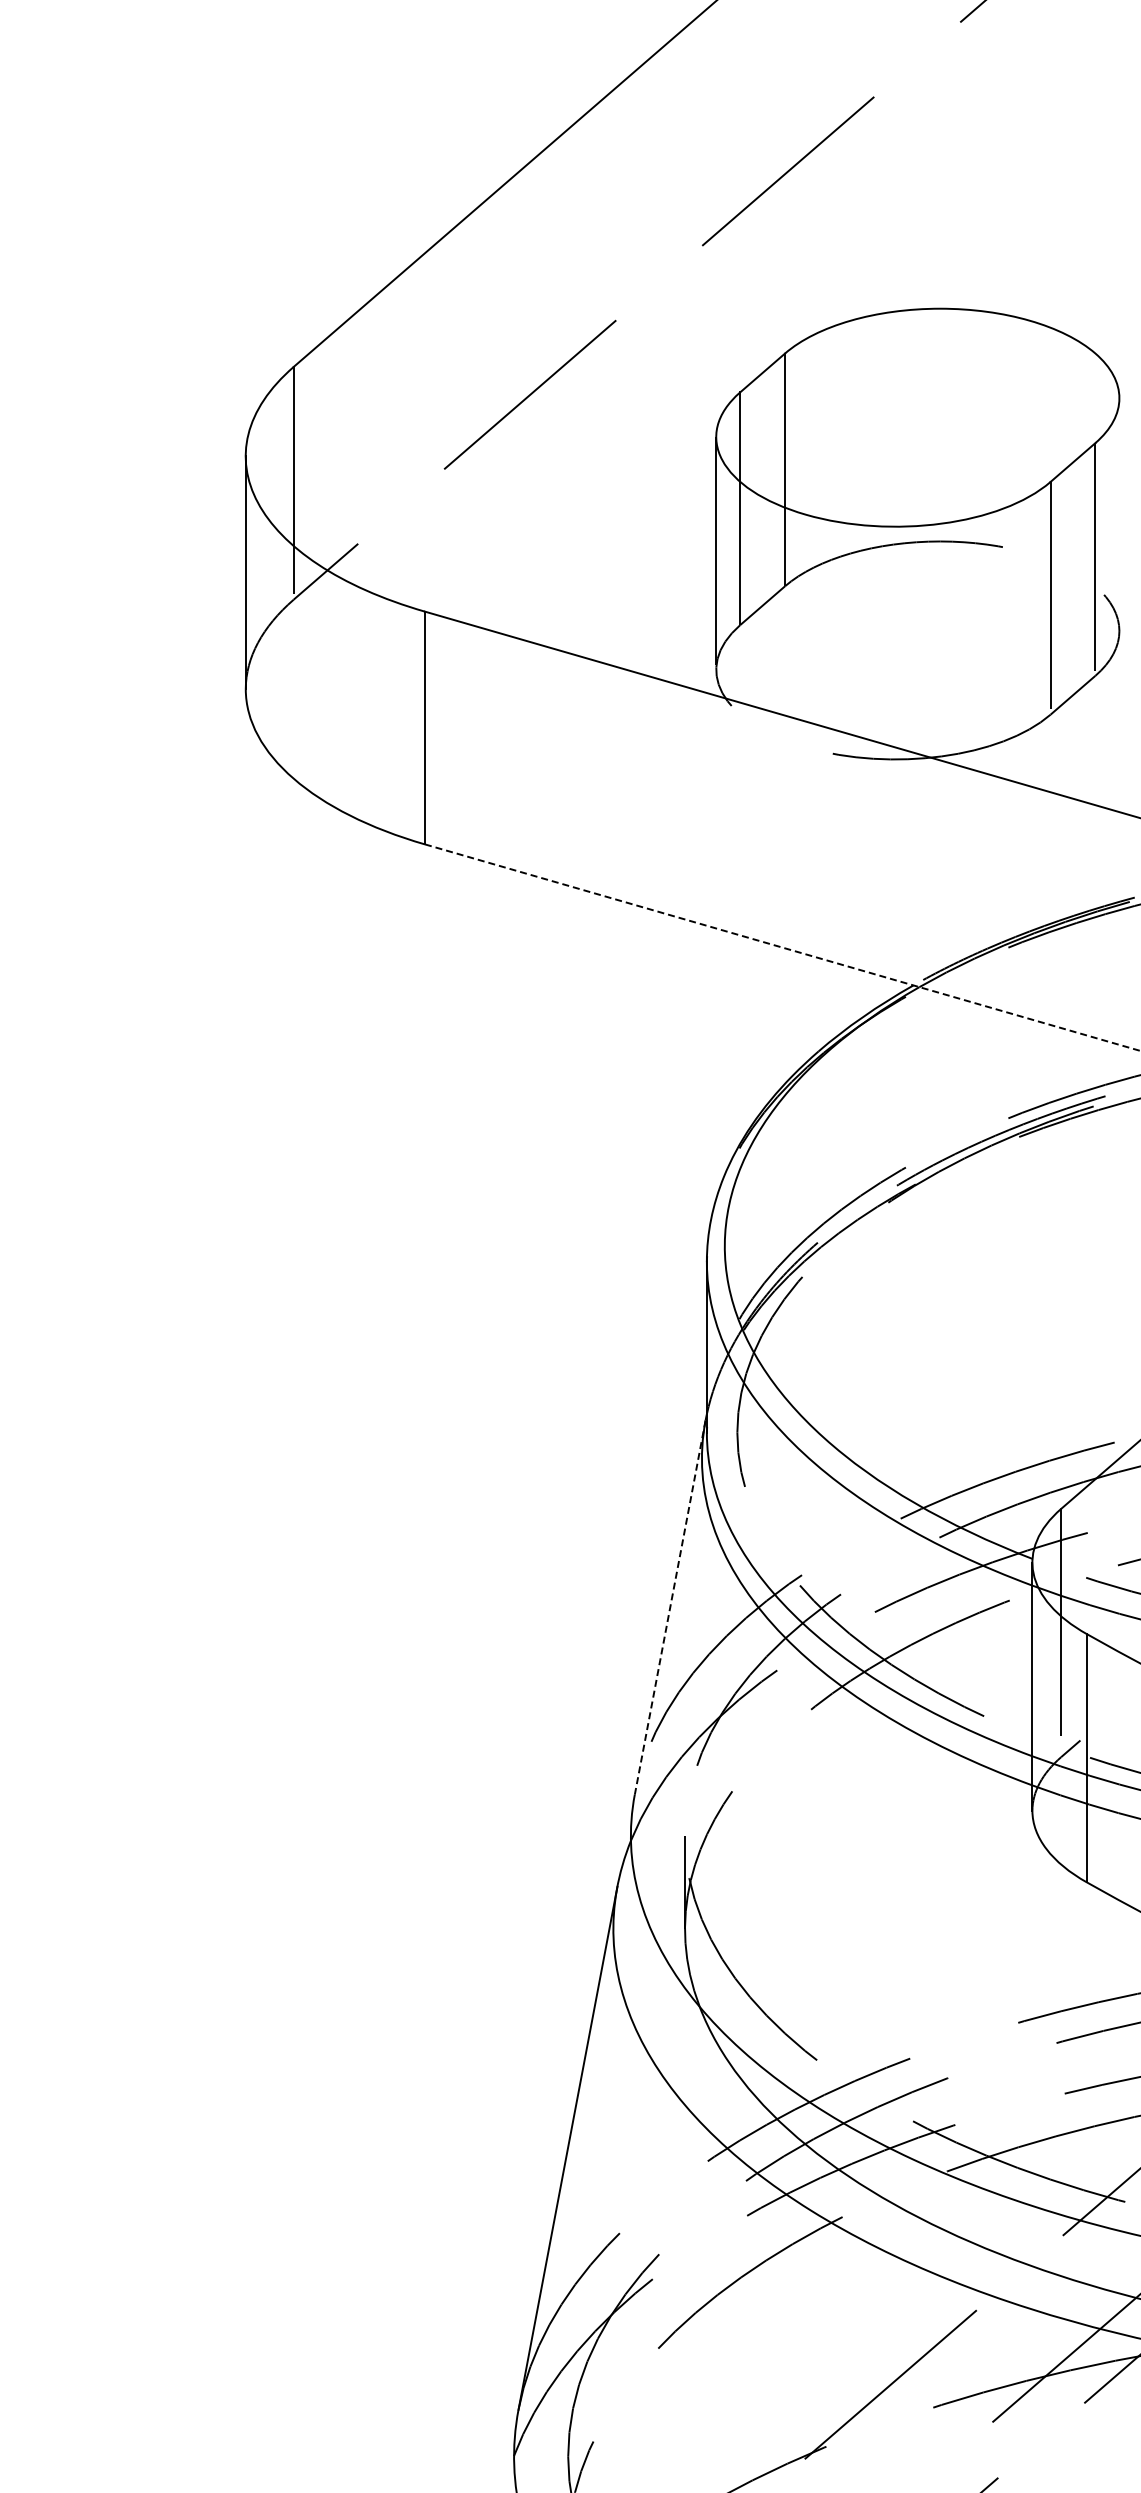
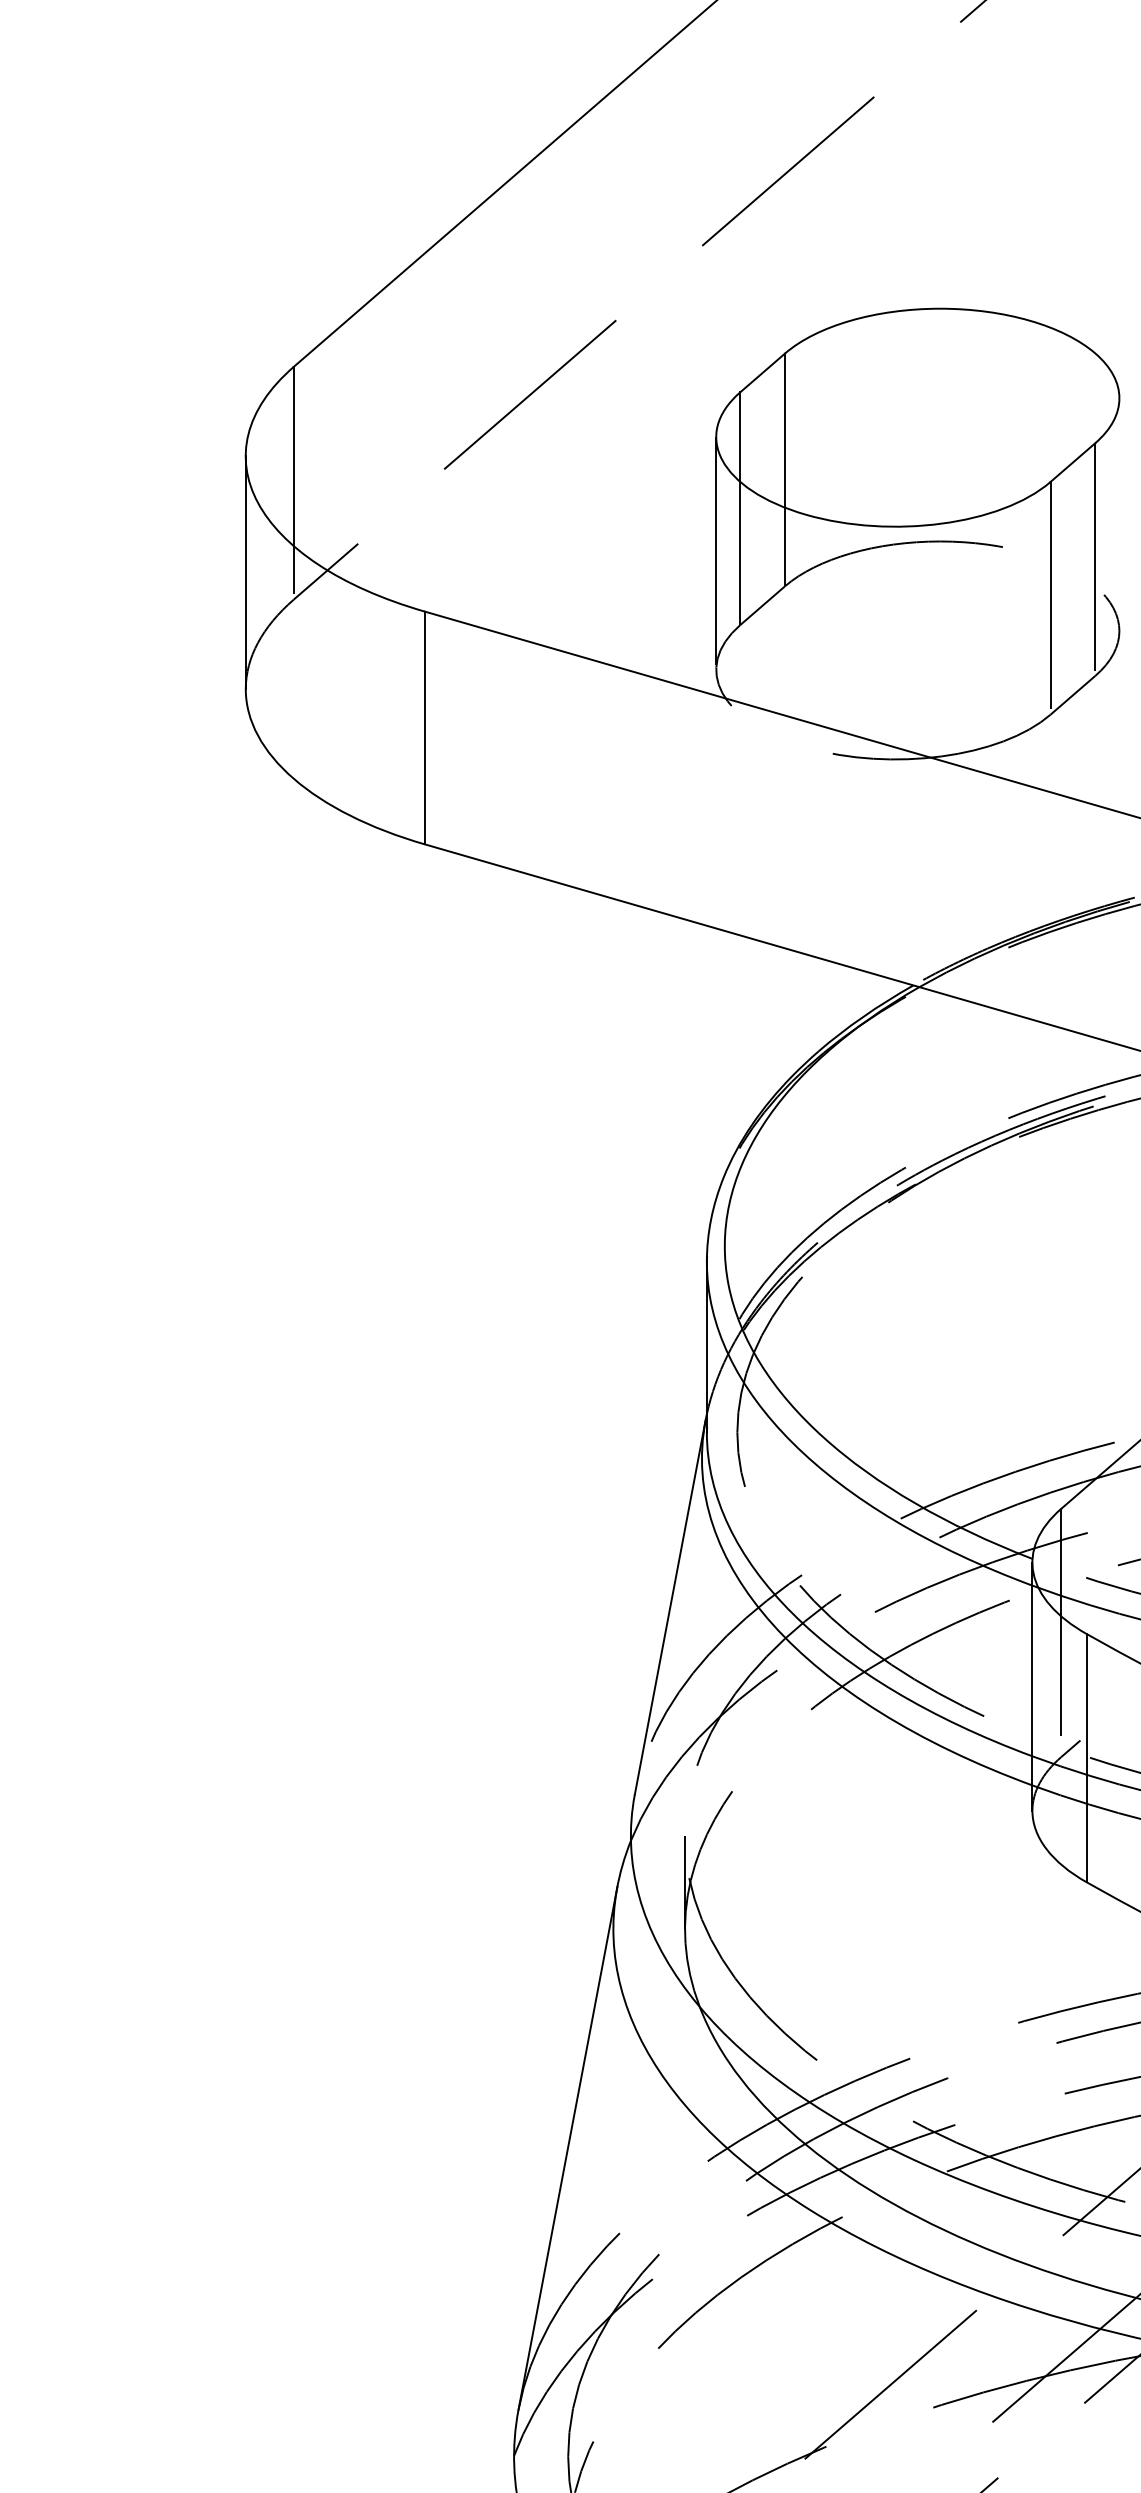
line at (783, 947): dashed -> solid
line at (670, 1608): dashed -> solid
